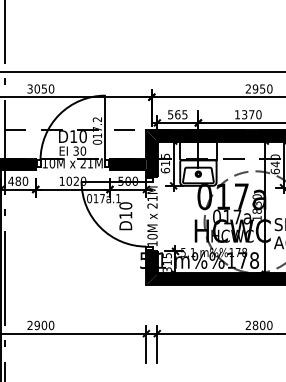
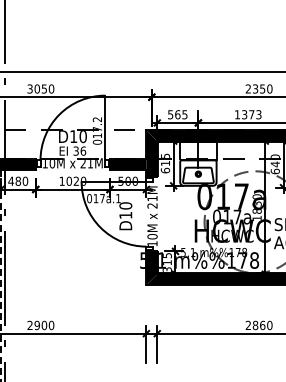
text at (255, 88): 2950 -> 2350
text at (258, 114): 1370 -> 1373
text at (83, 150): 30 -> 36
line at (0, 276): solid -> dashed
text at (262, 324): 2800 -> 2860
